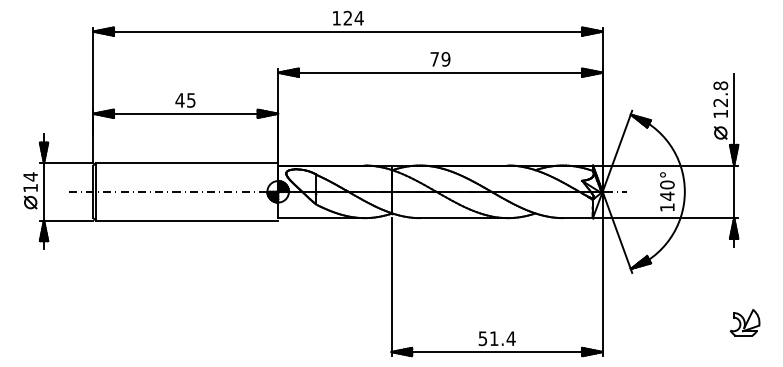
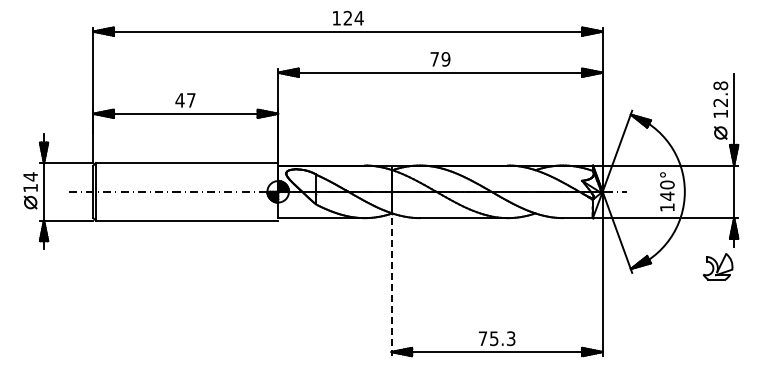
text at (191, 100): 45 -> 47
line at (391, 287): solid -> dashed
part at (745, 322) position: (745, 322) -> (718, 266)
text at (496, 338): 51.4 -> 75.3
